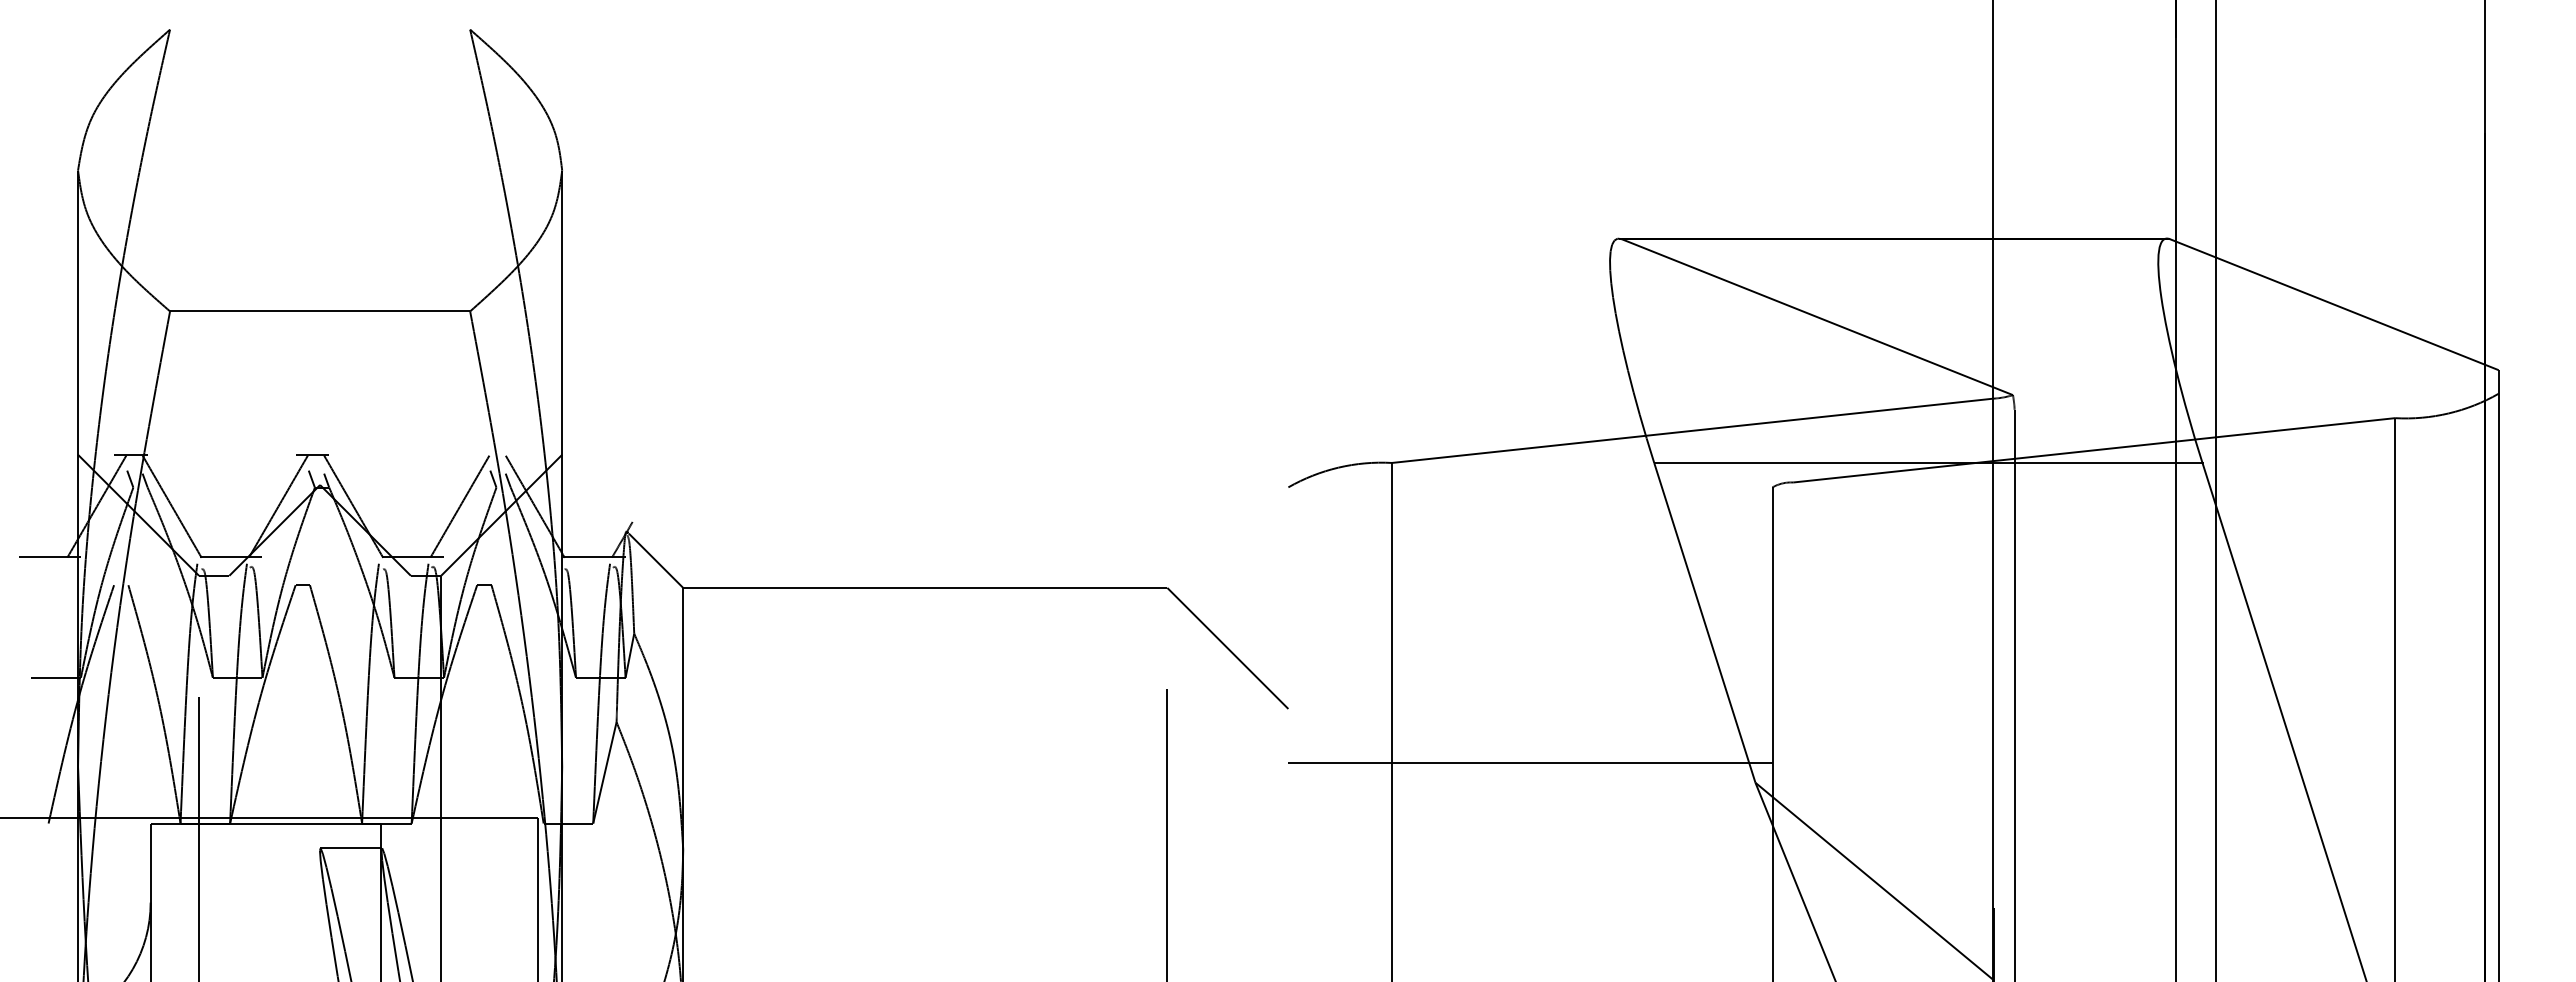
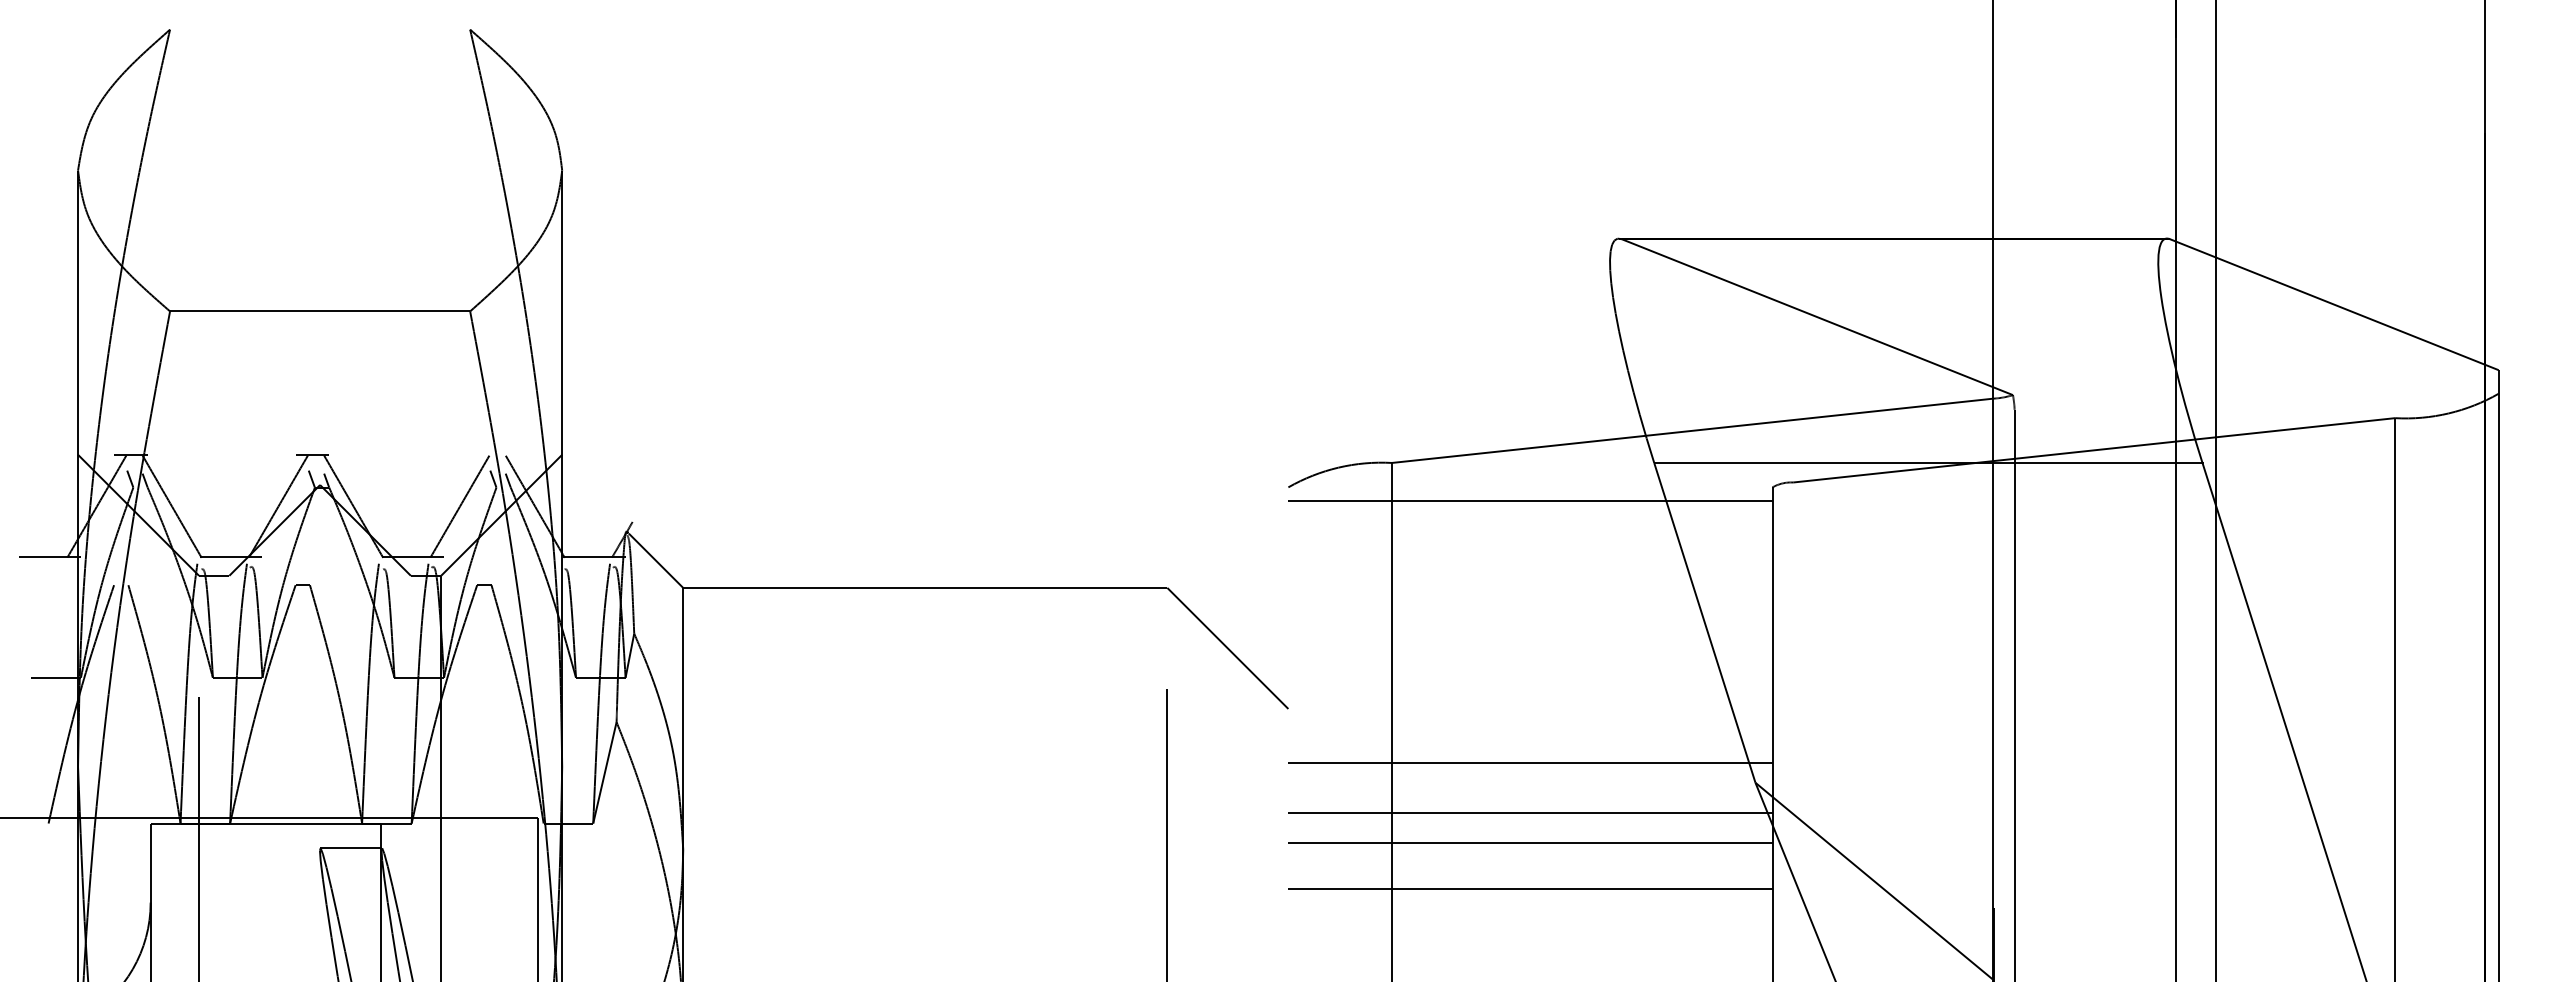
line at (1530, 501): none -> present
line at (1530, 812): none -> present
line at (1530, 842): none -> present
line at (1530, 889): none -> present
